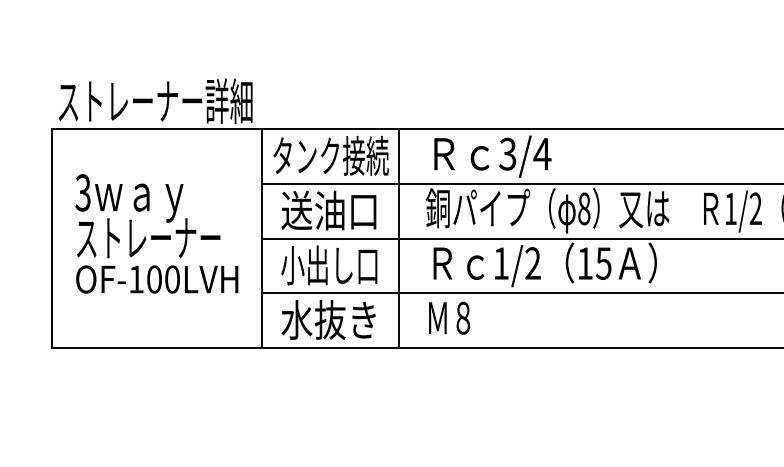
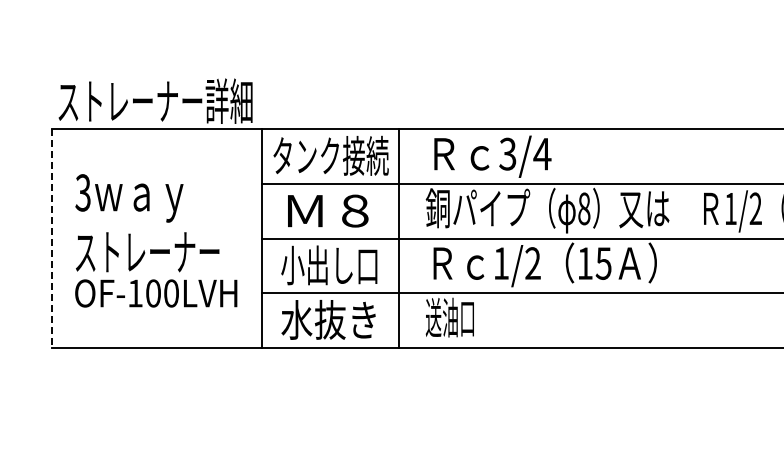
text at (328, 210): 送油口 -> Ｍ８
line at (52, 239): solid -> dashed
text at (157, 255) position: (157, 255) -> (156, 269)
text at (449, 317): Ｍ８ -> 送油口
